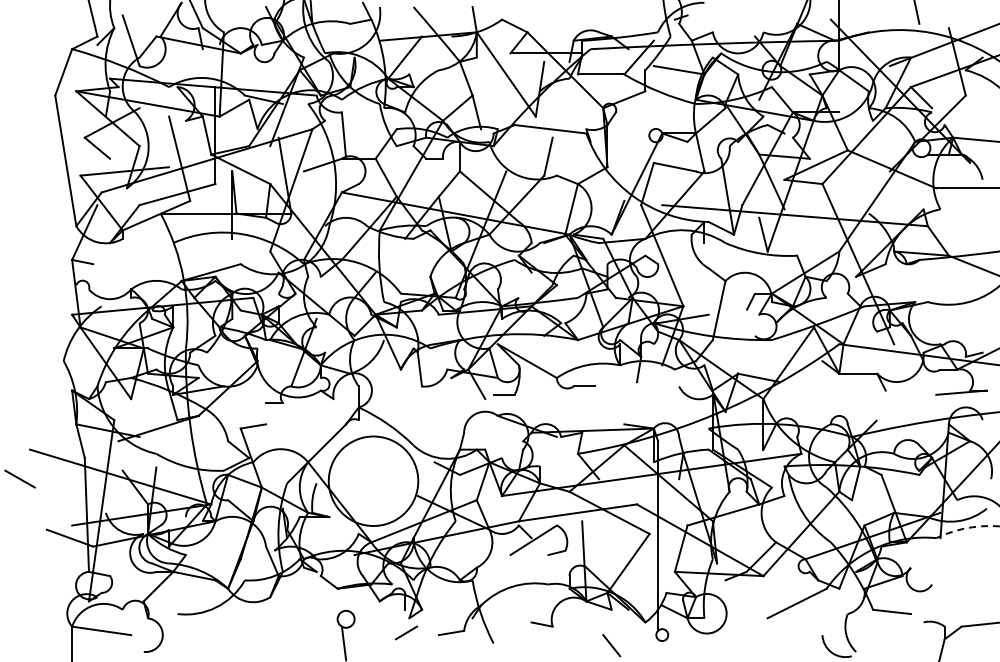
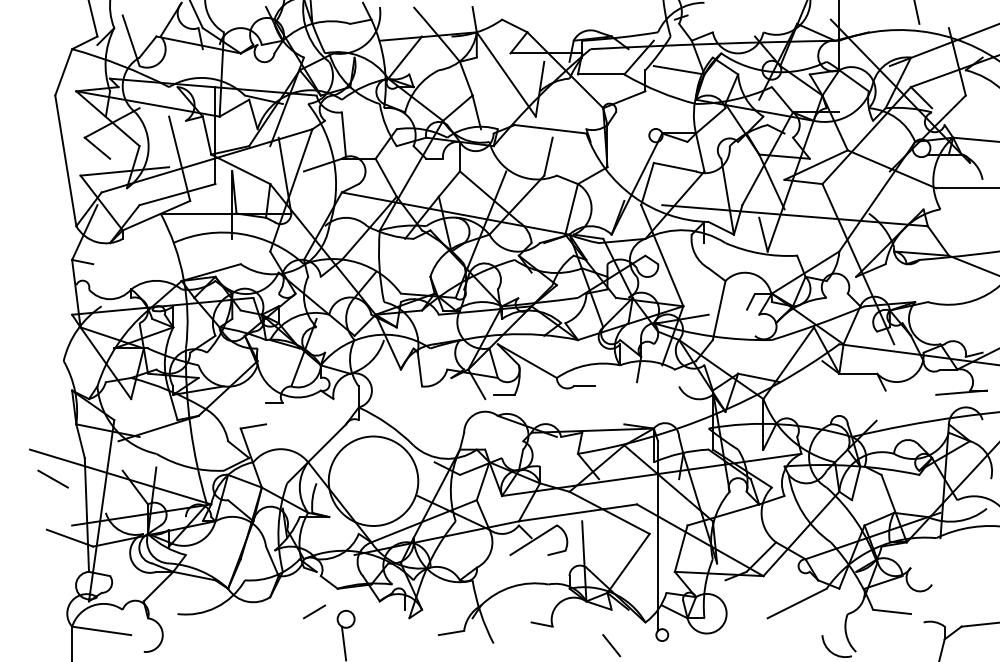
line at (19, 478) position: (19, 478) -> (52, 478)
arc at (967, 528): dashed -> solid
line at (406, 632) position: (406, 632) -> (314, 611)
